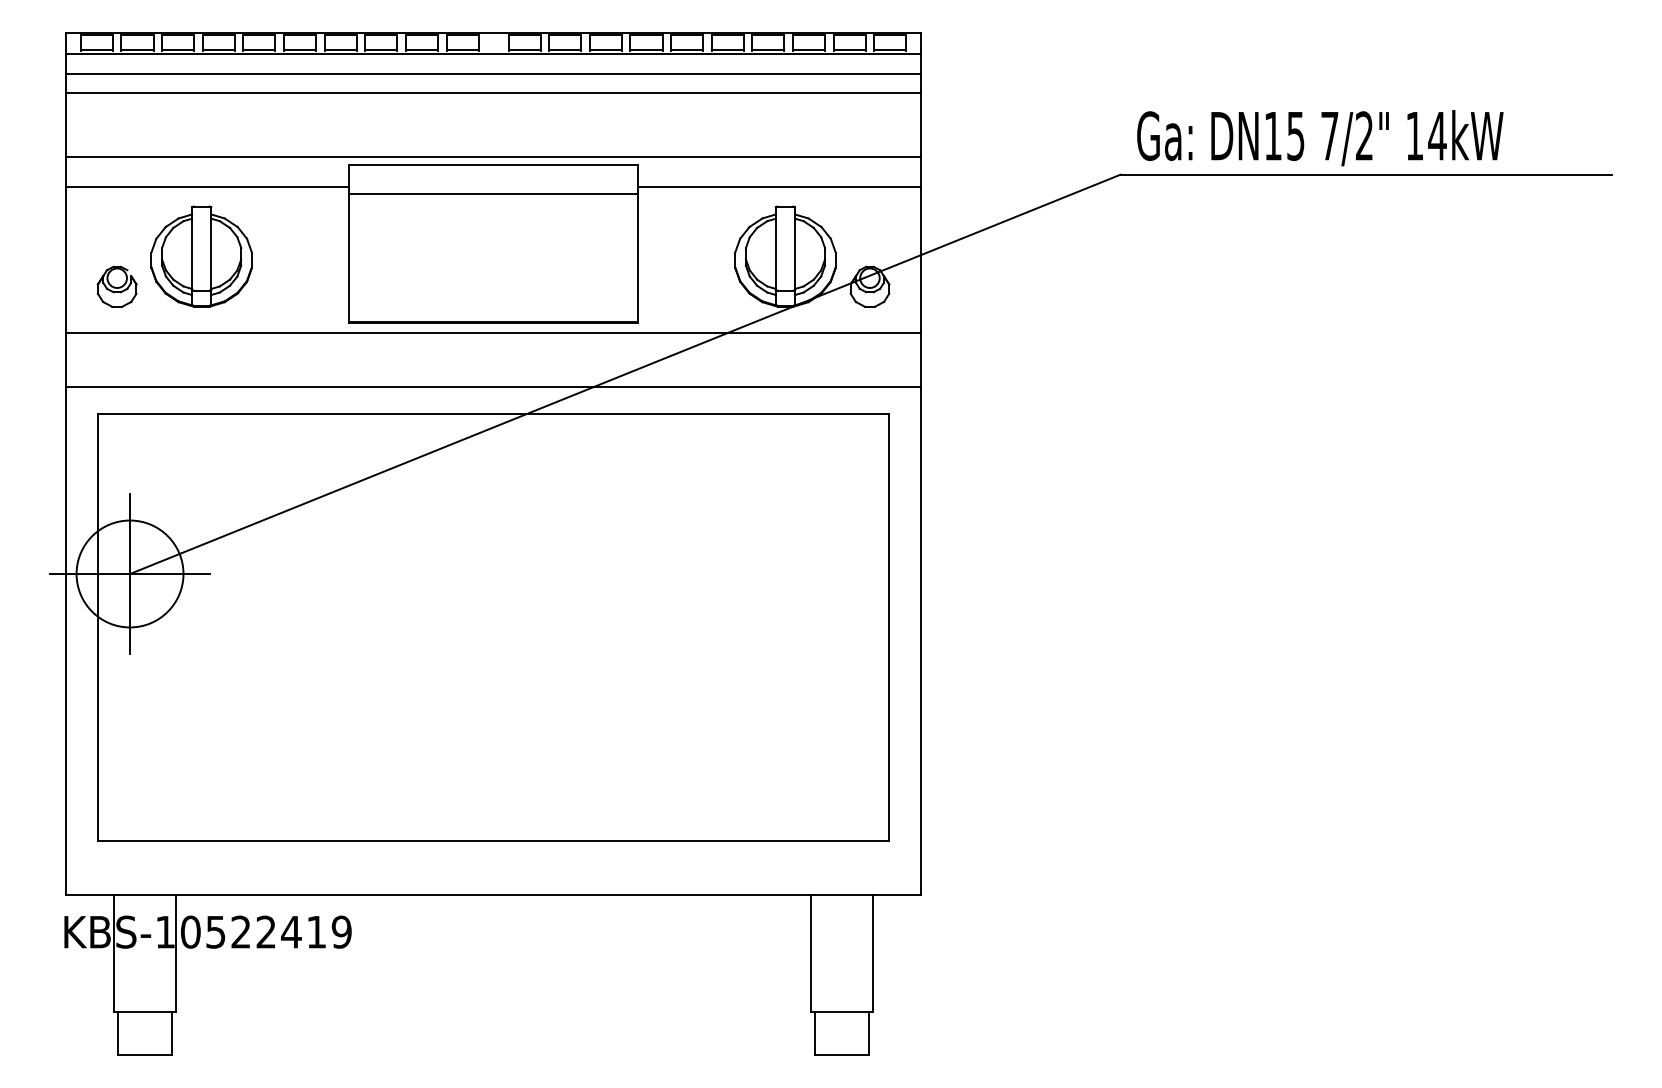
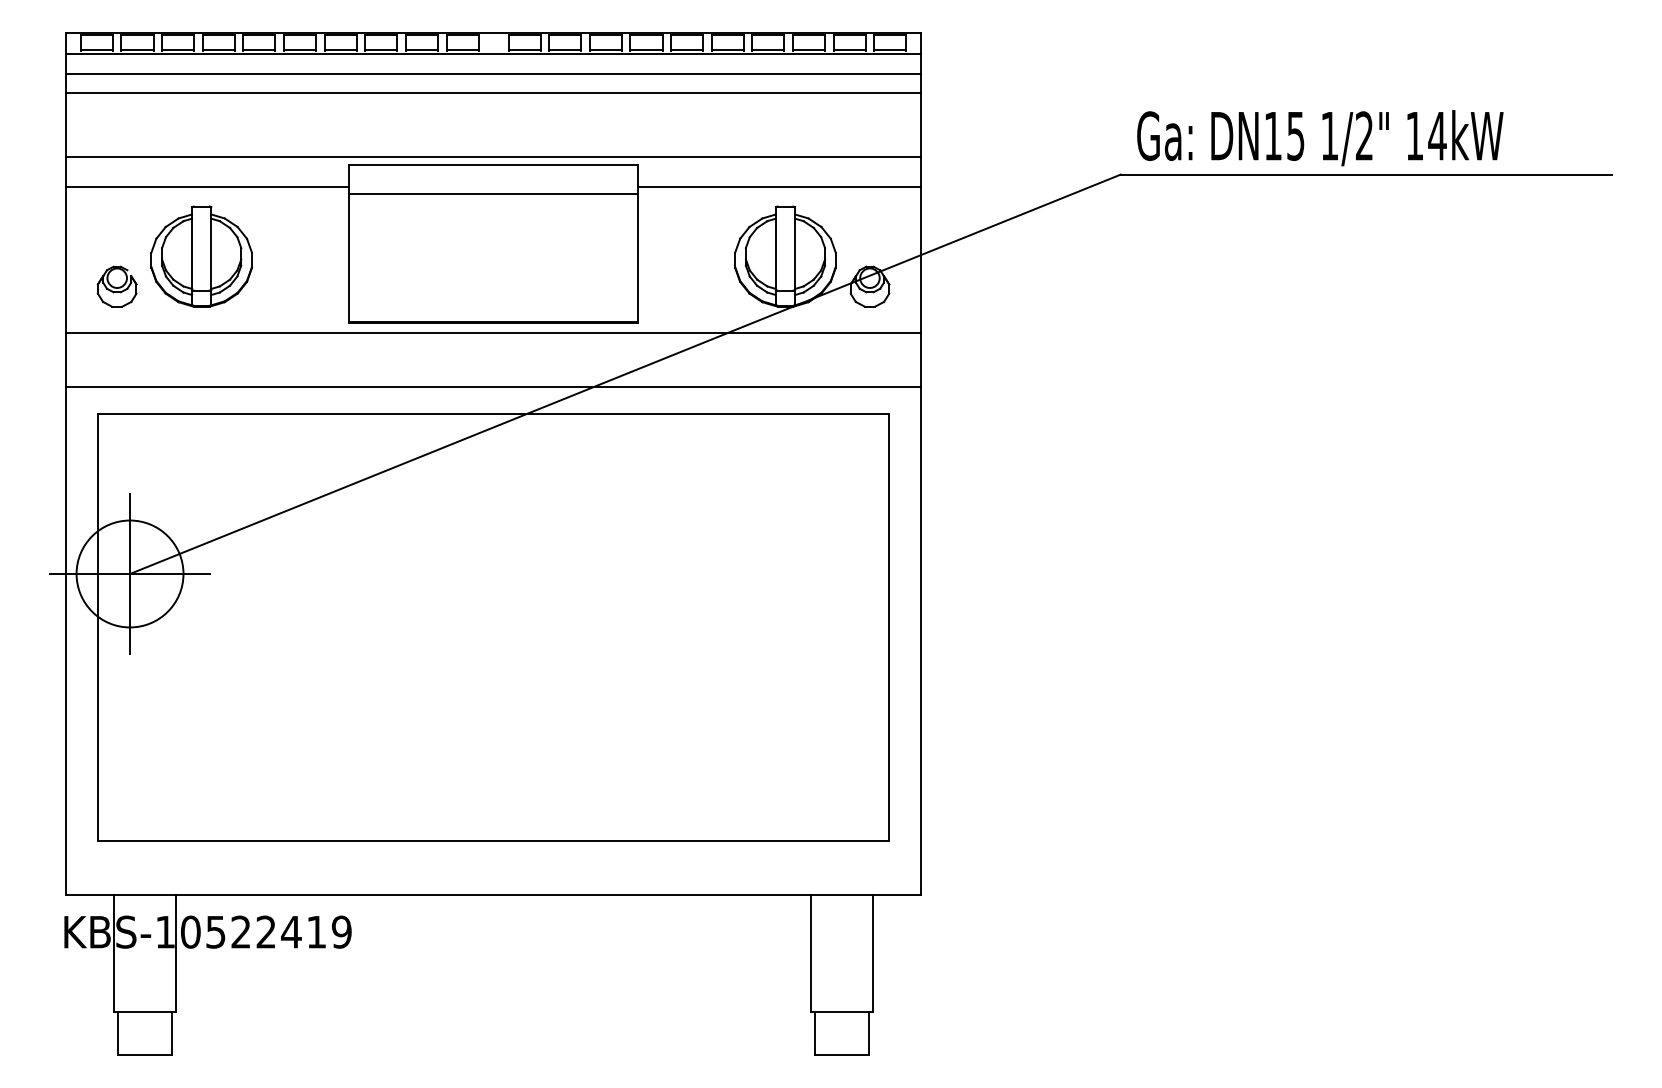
text at (1329, 136): 7/2" -> 1/2"
